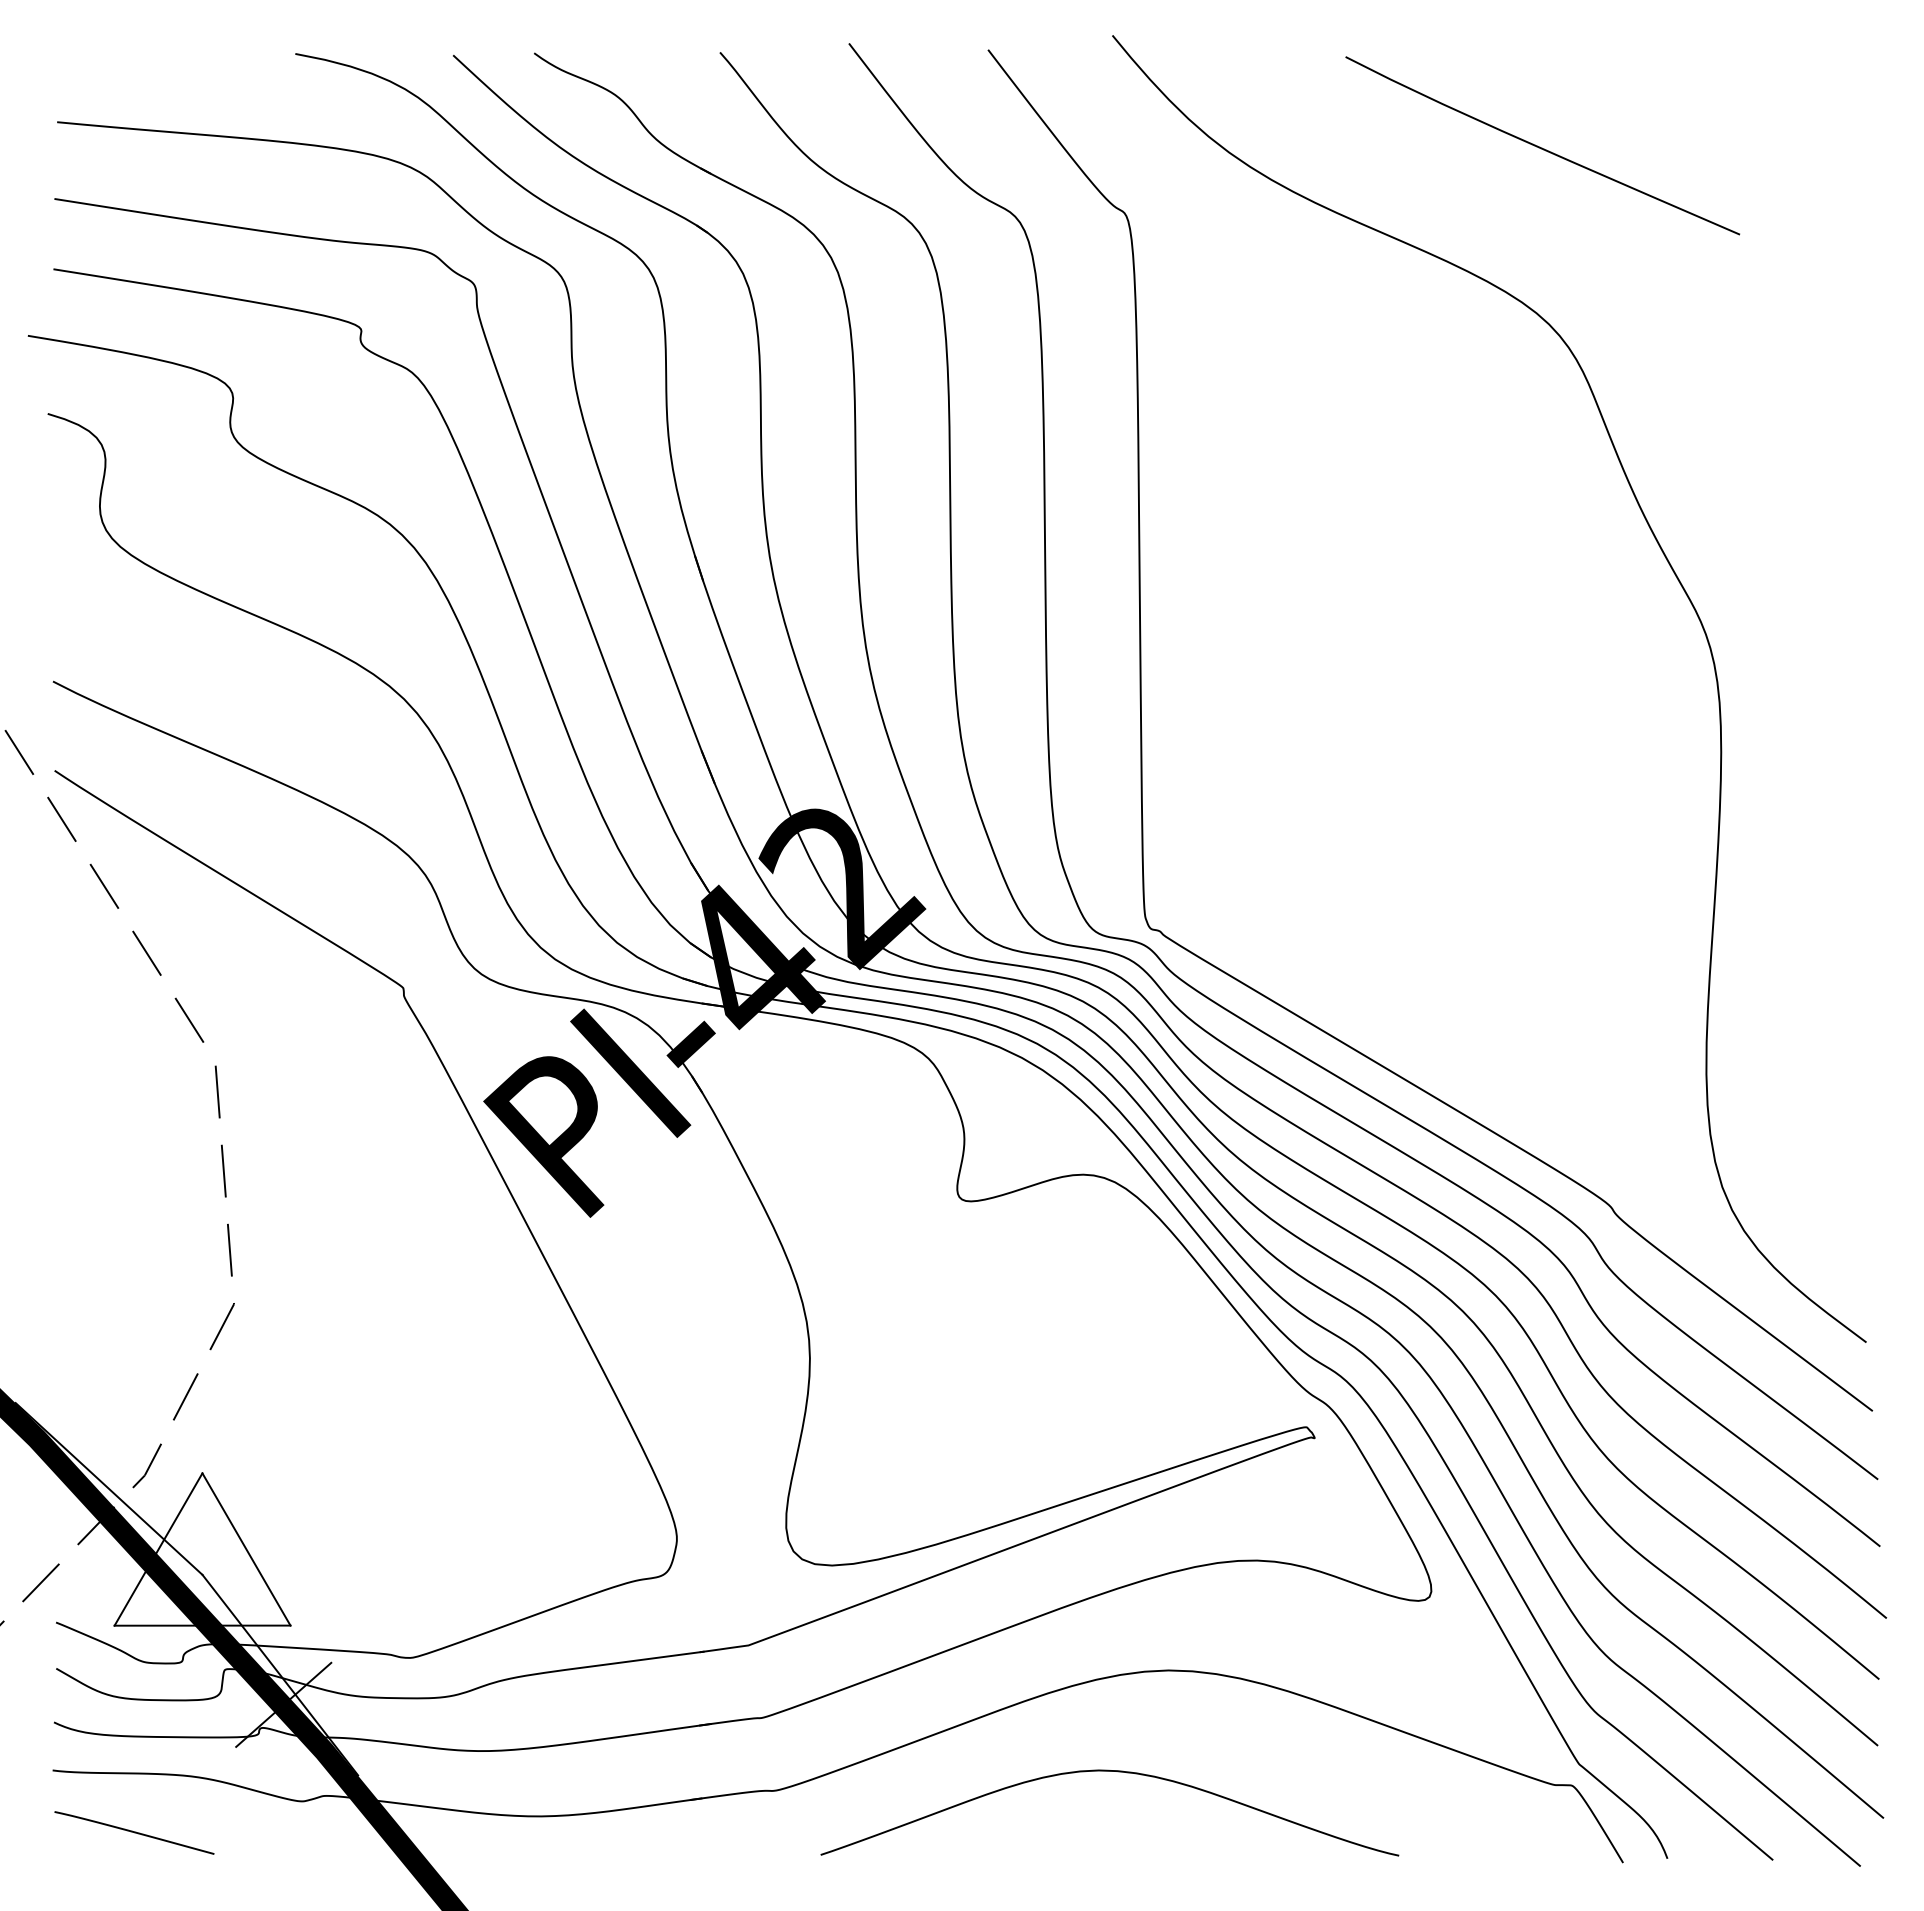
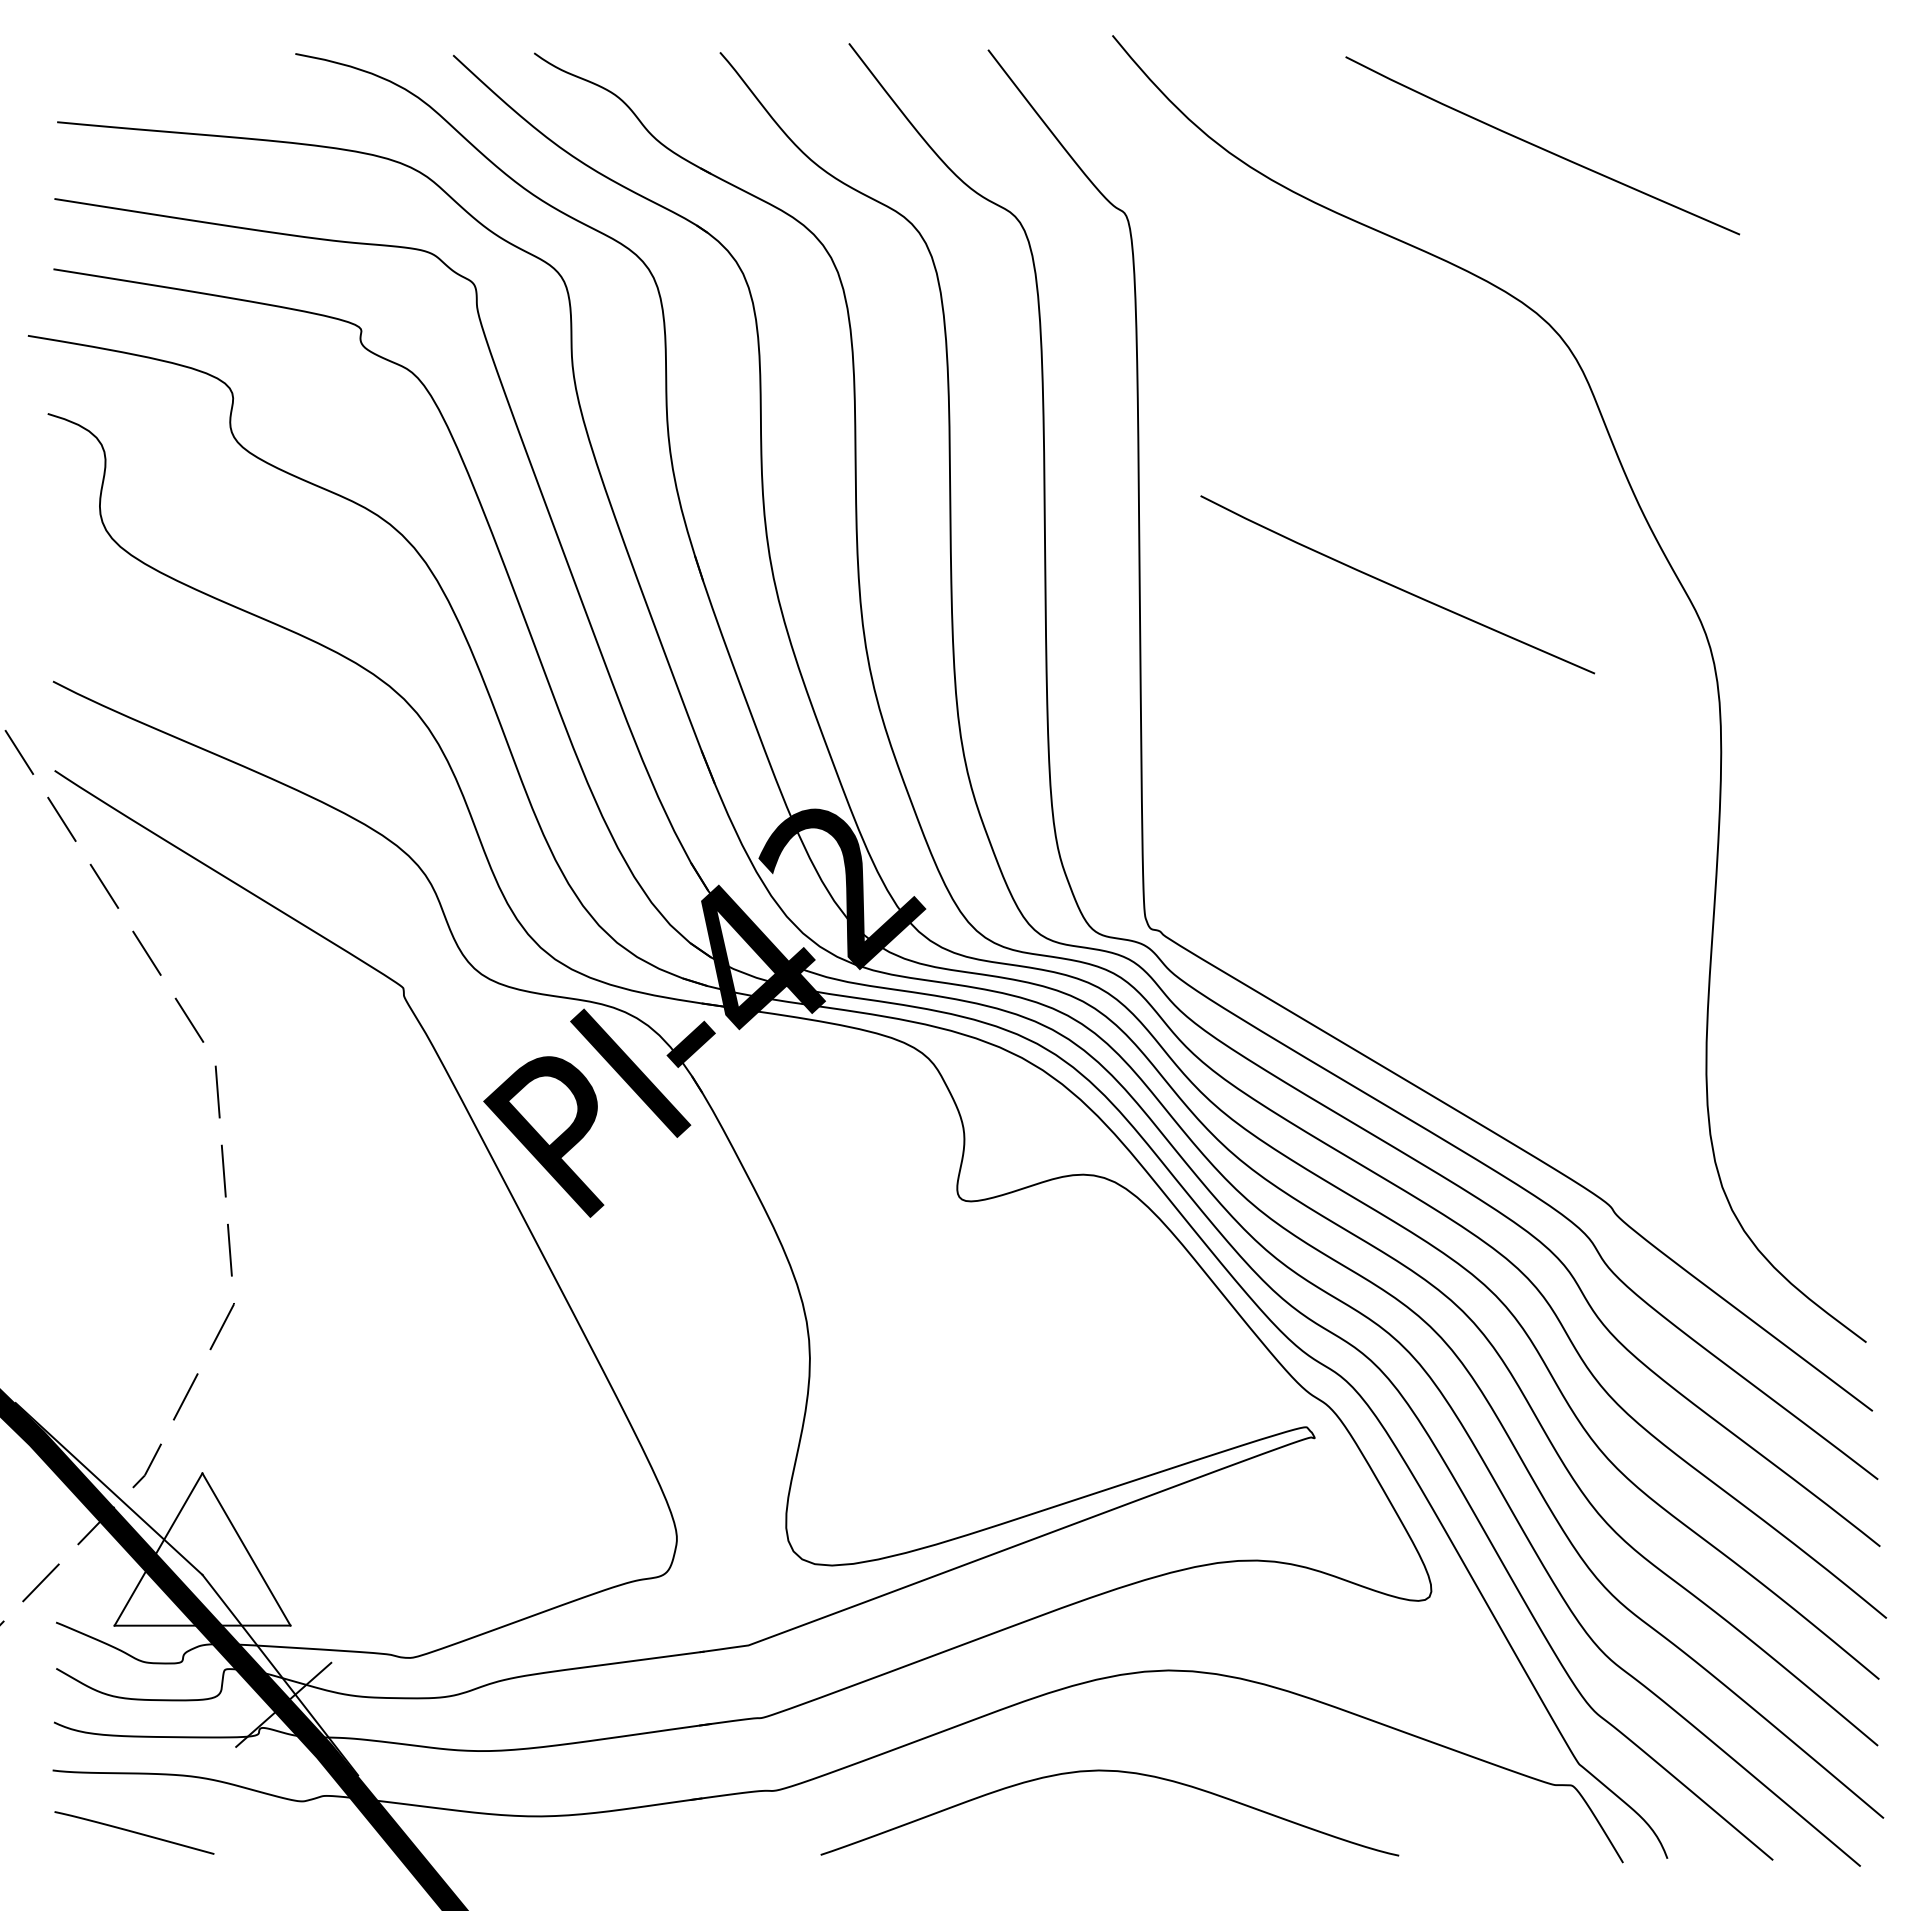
curve at (1397, 586): none -> present
